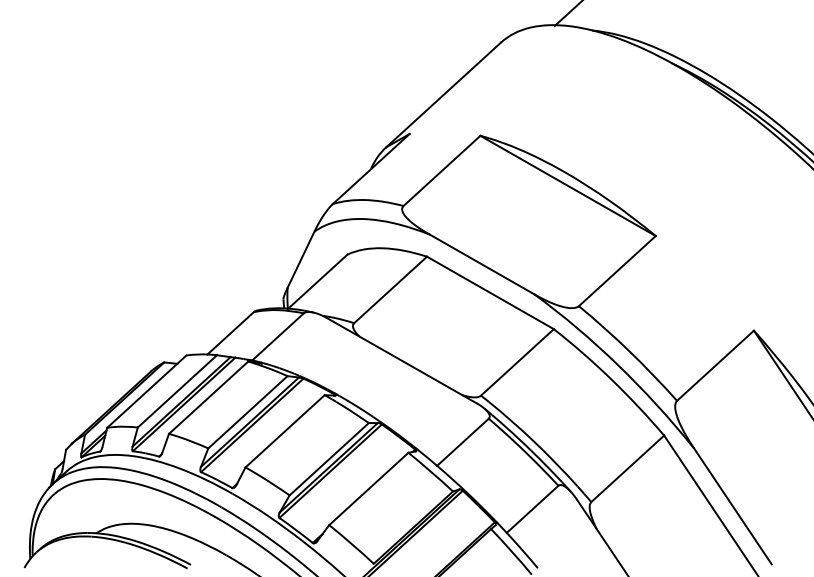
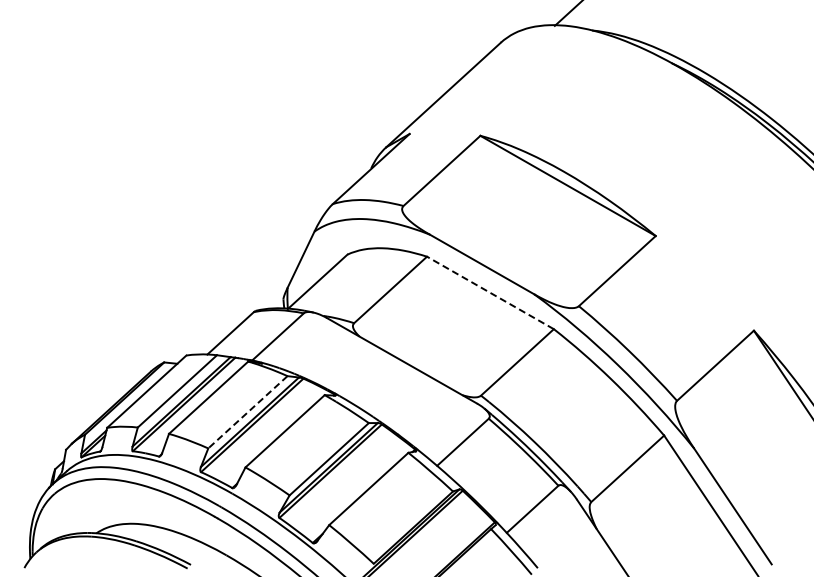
line at (490, 292): solid -> dashed
line at (247, 412): solid -> dashed
